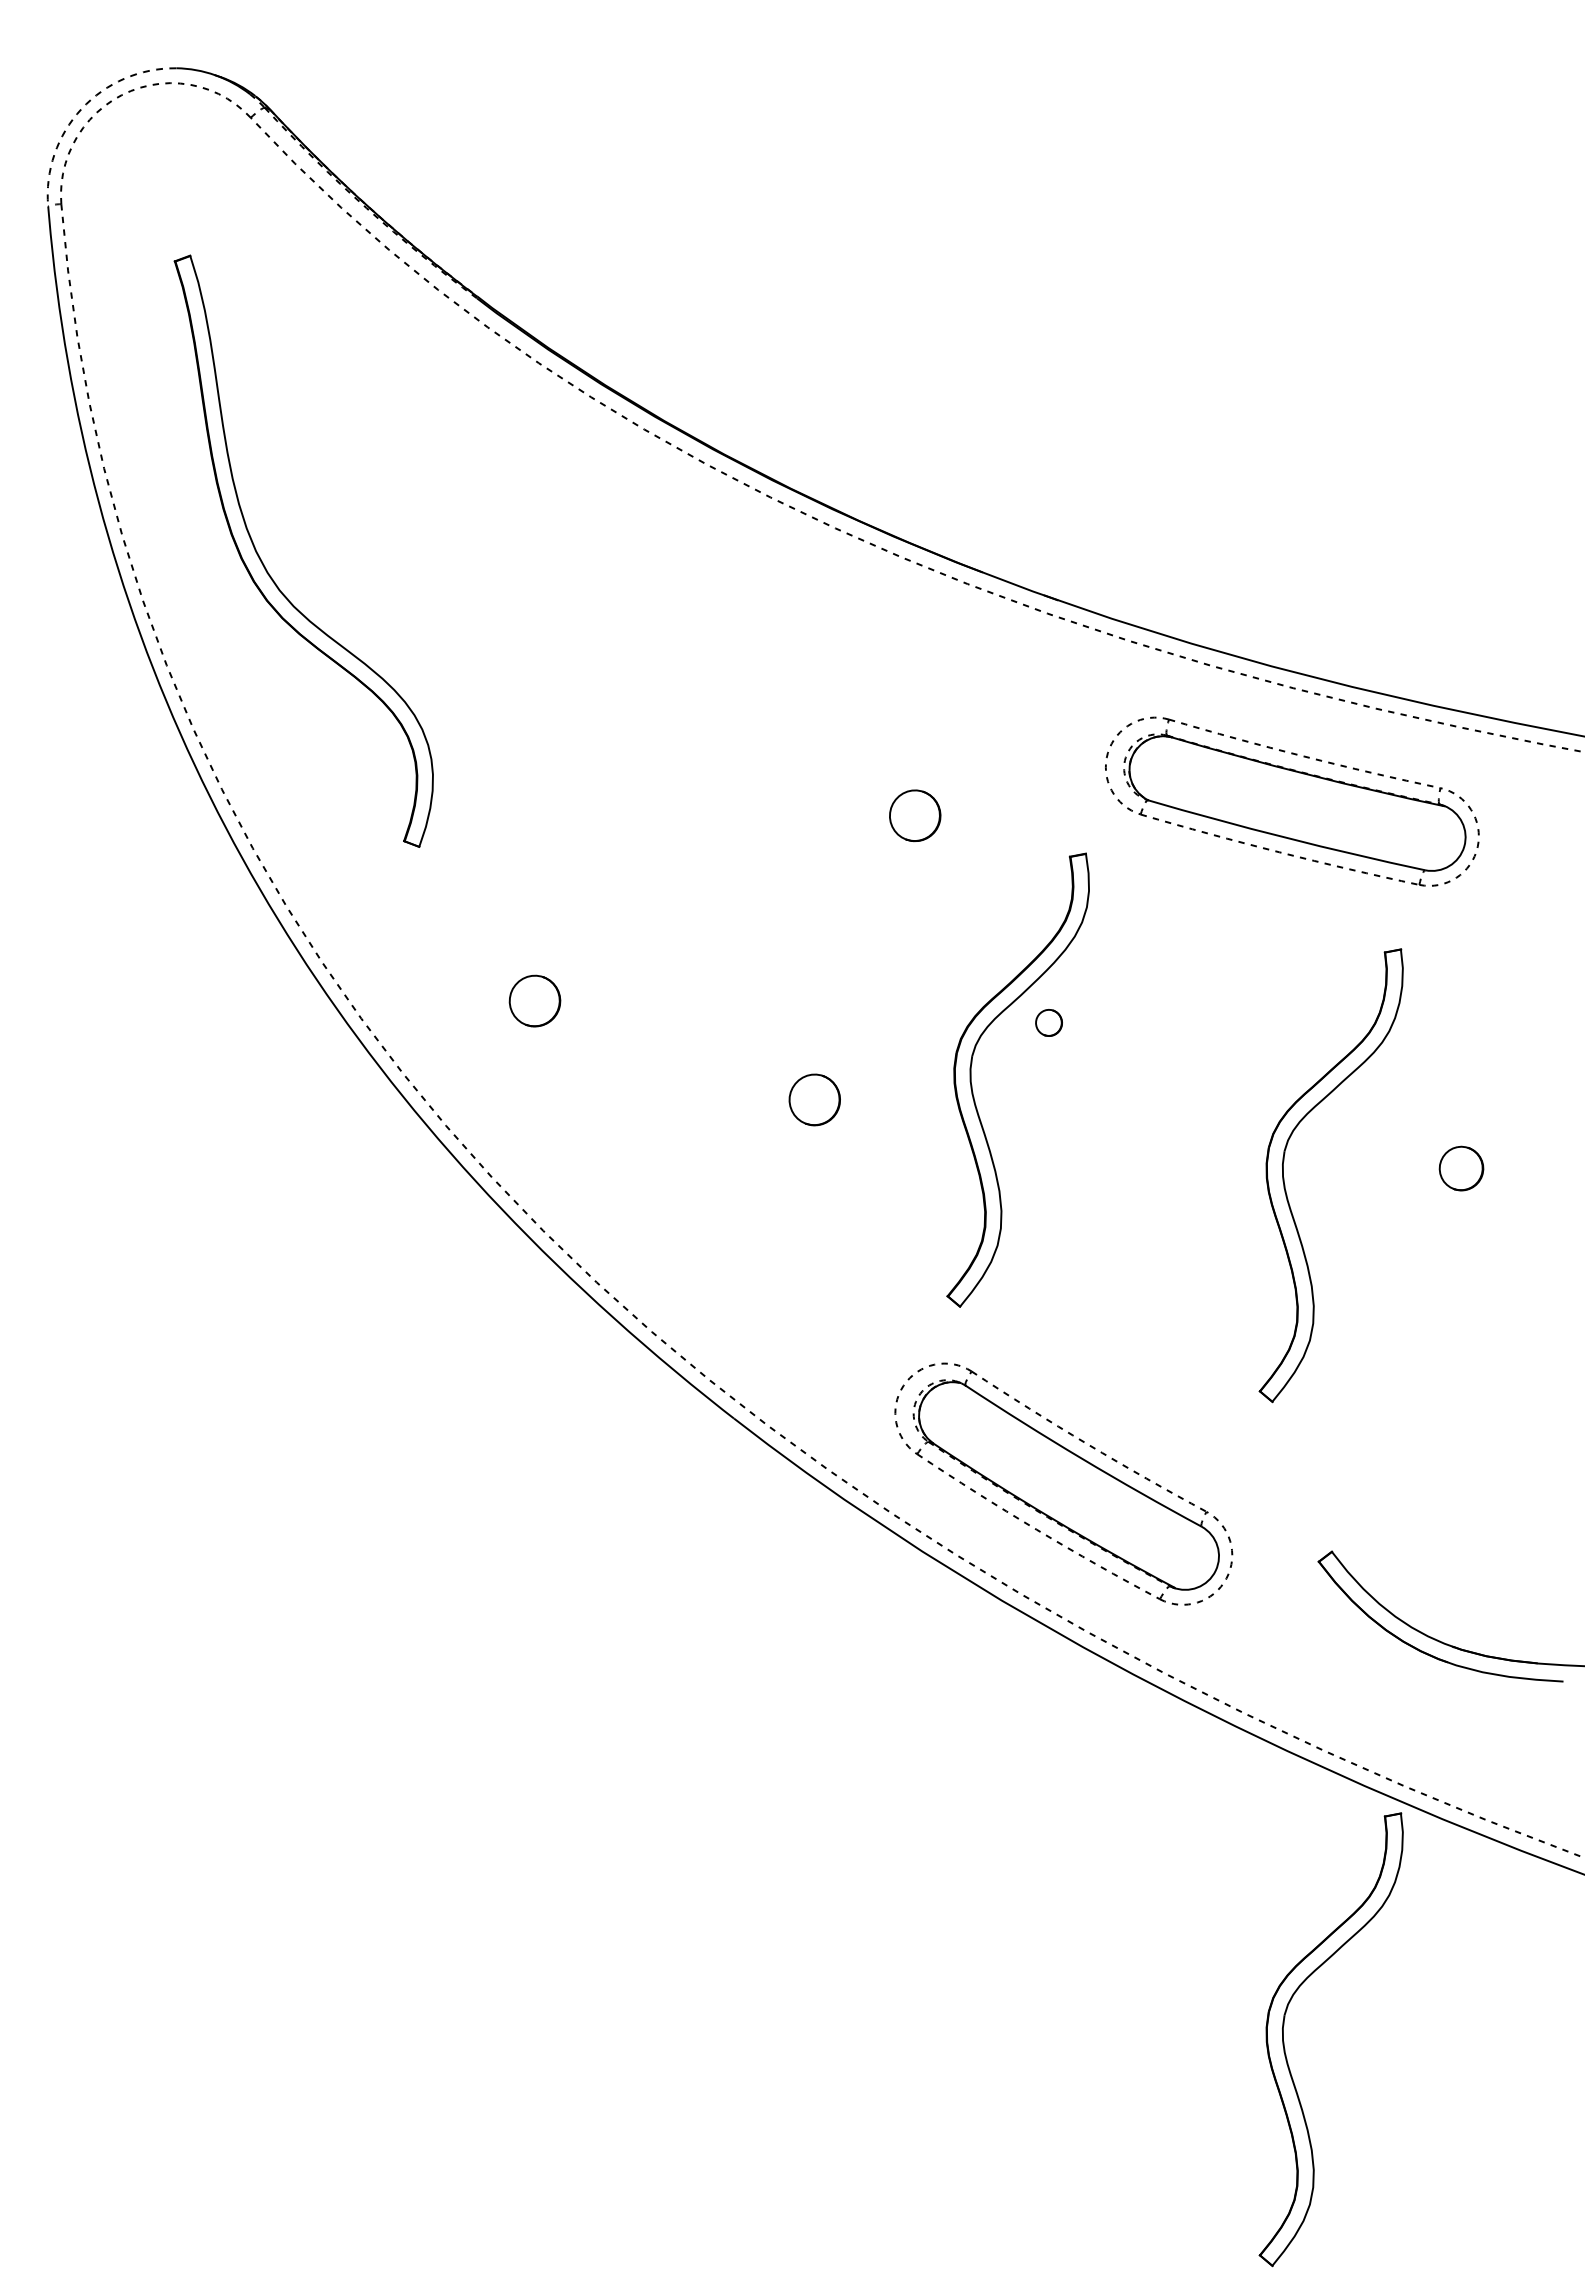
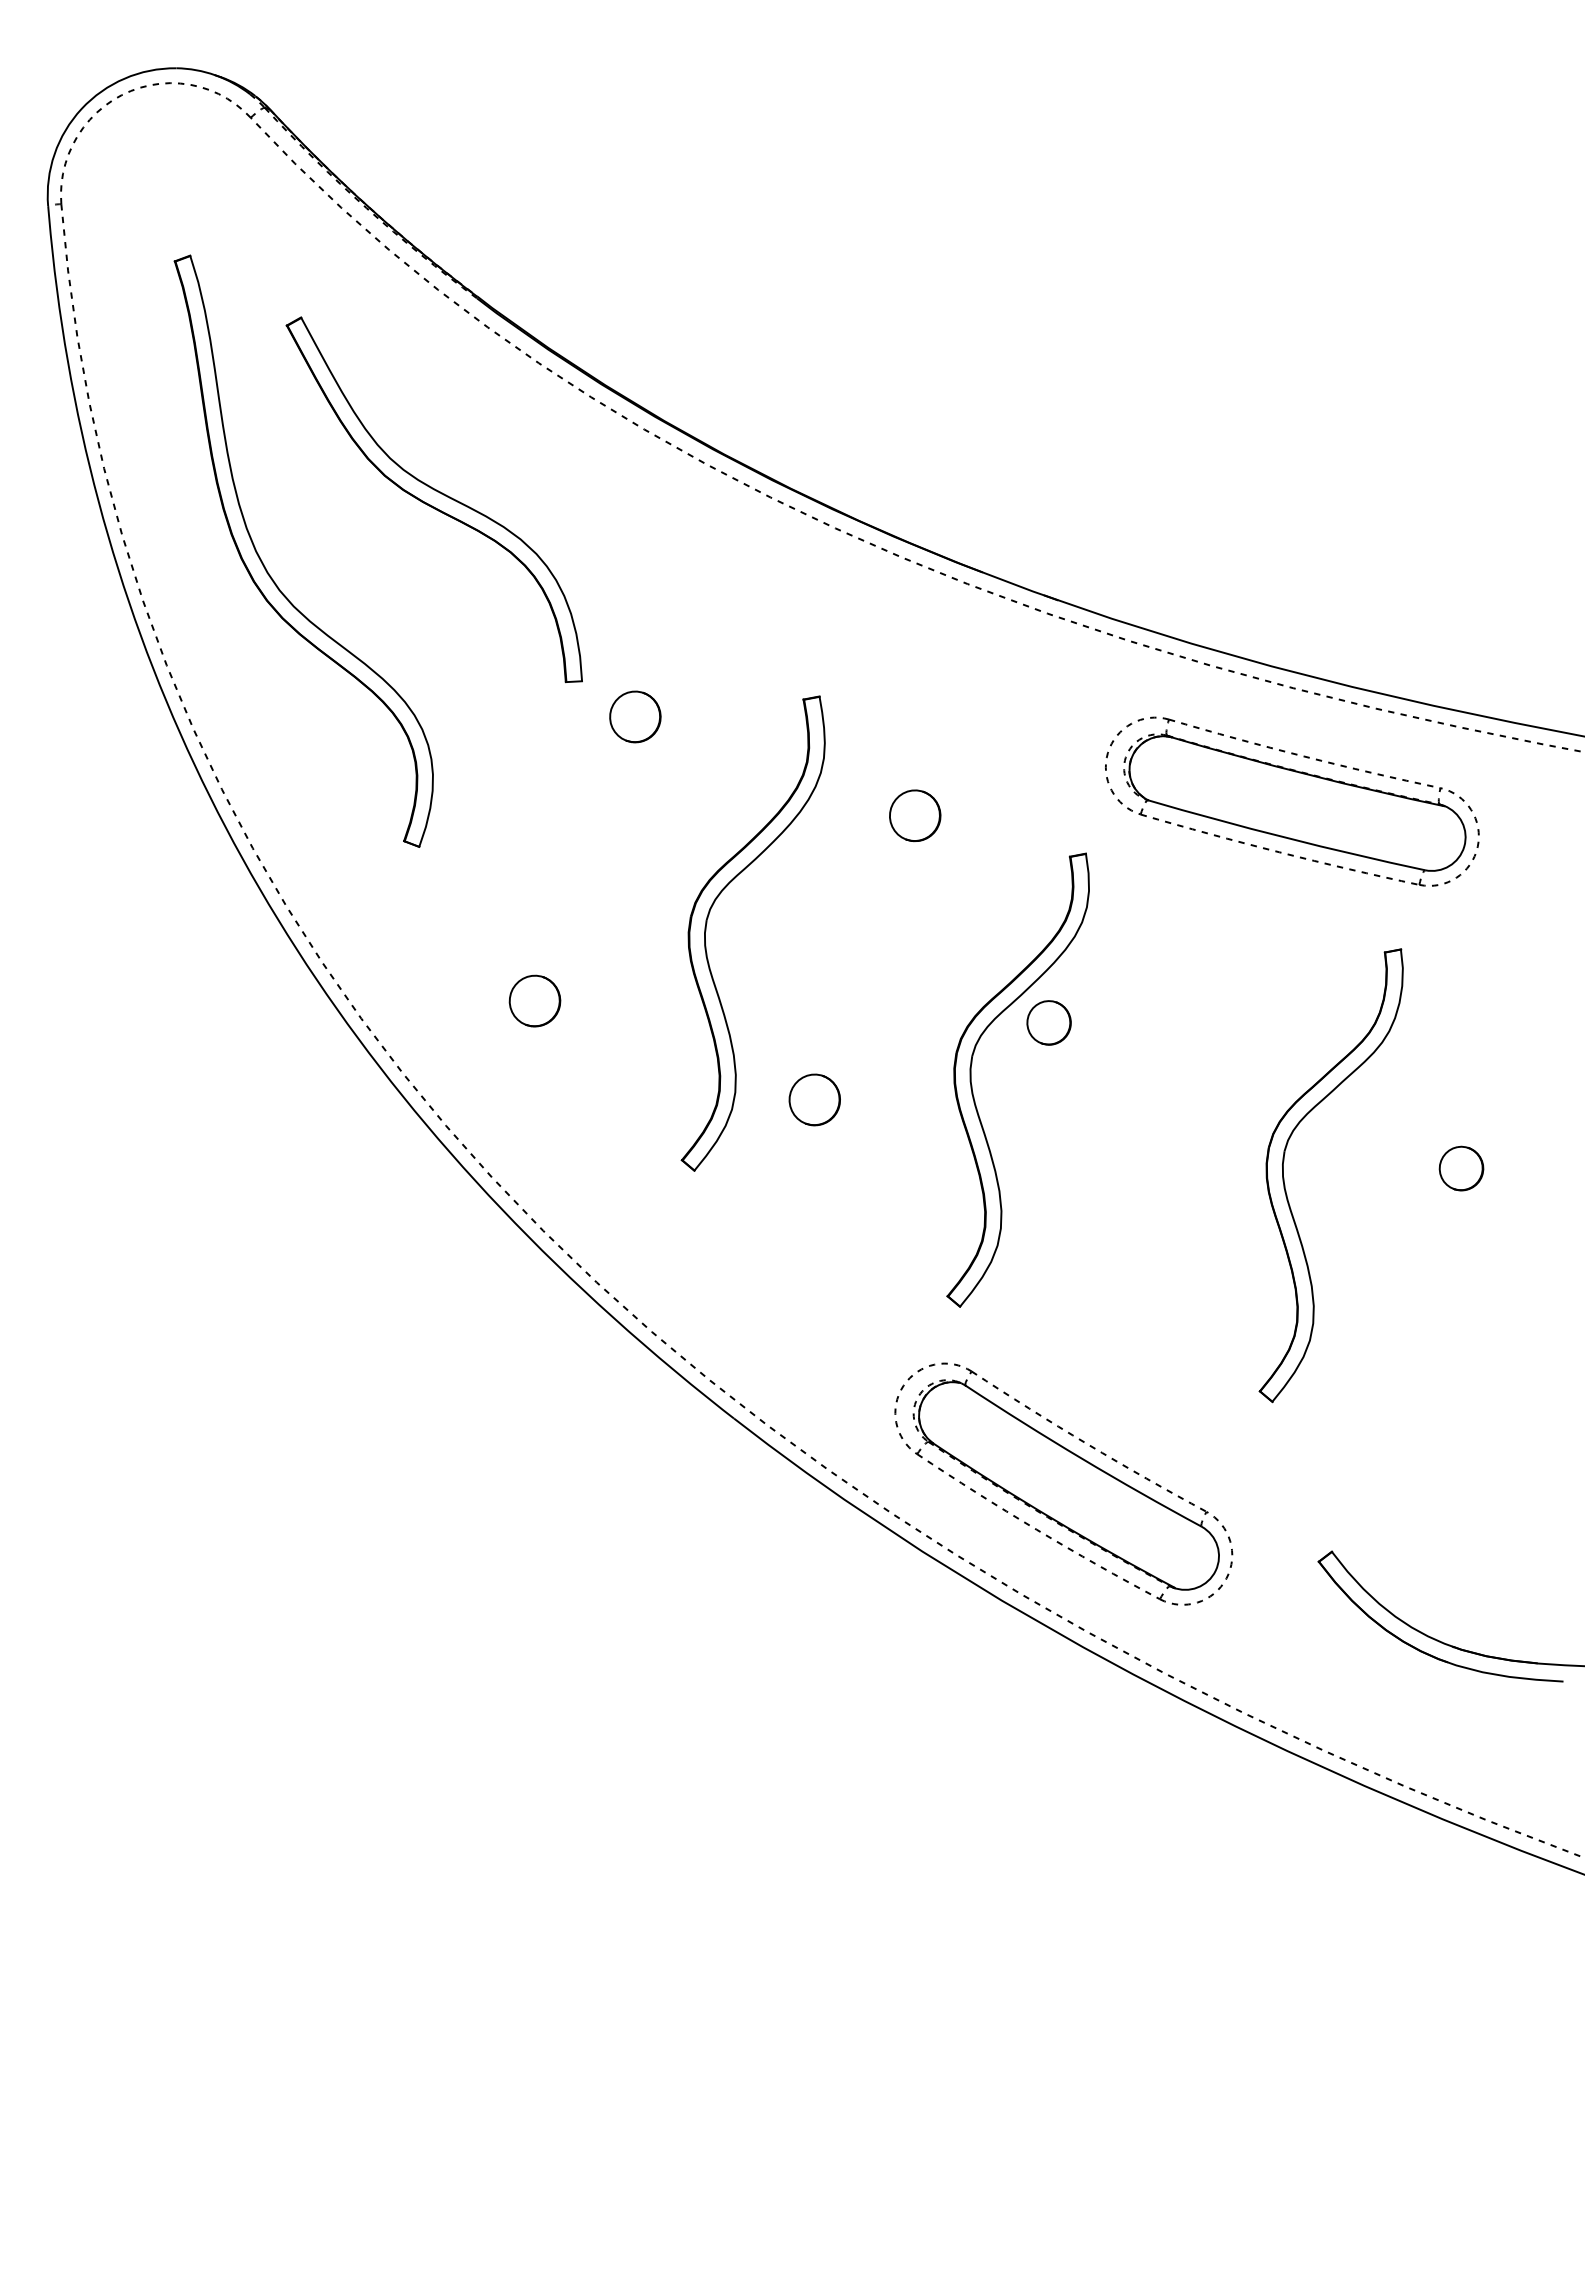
arc at (81, 108): dashed -> solid
part at (433, 499): none -> present
part at (635, 716): none -> present
part at (706, 931): none -> present
part at (1048, 1022) size: 28x28 px -> 46x46 px
part at (1285, 2048): present -> none
